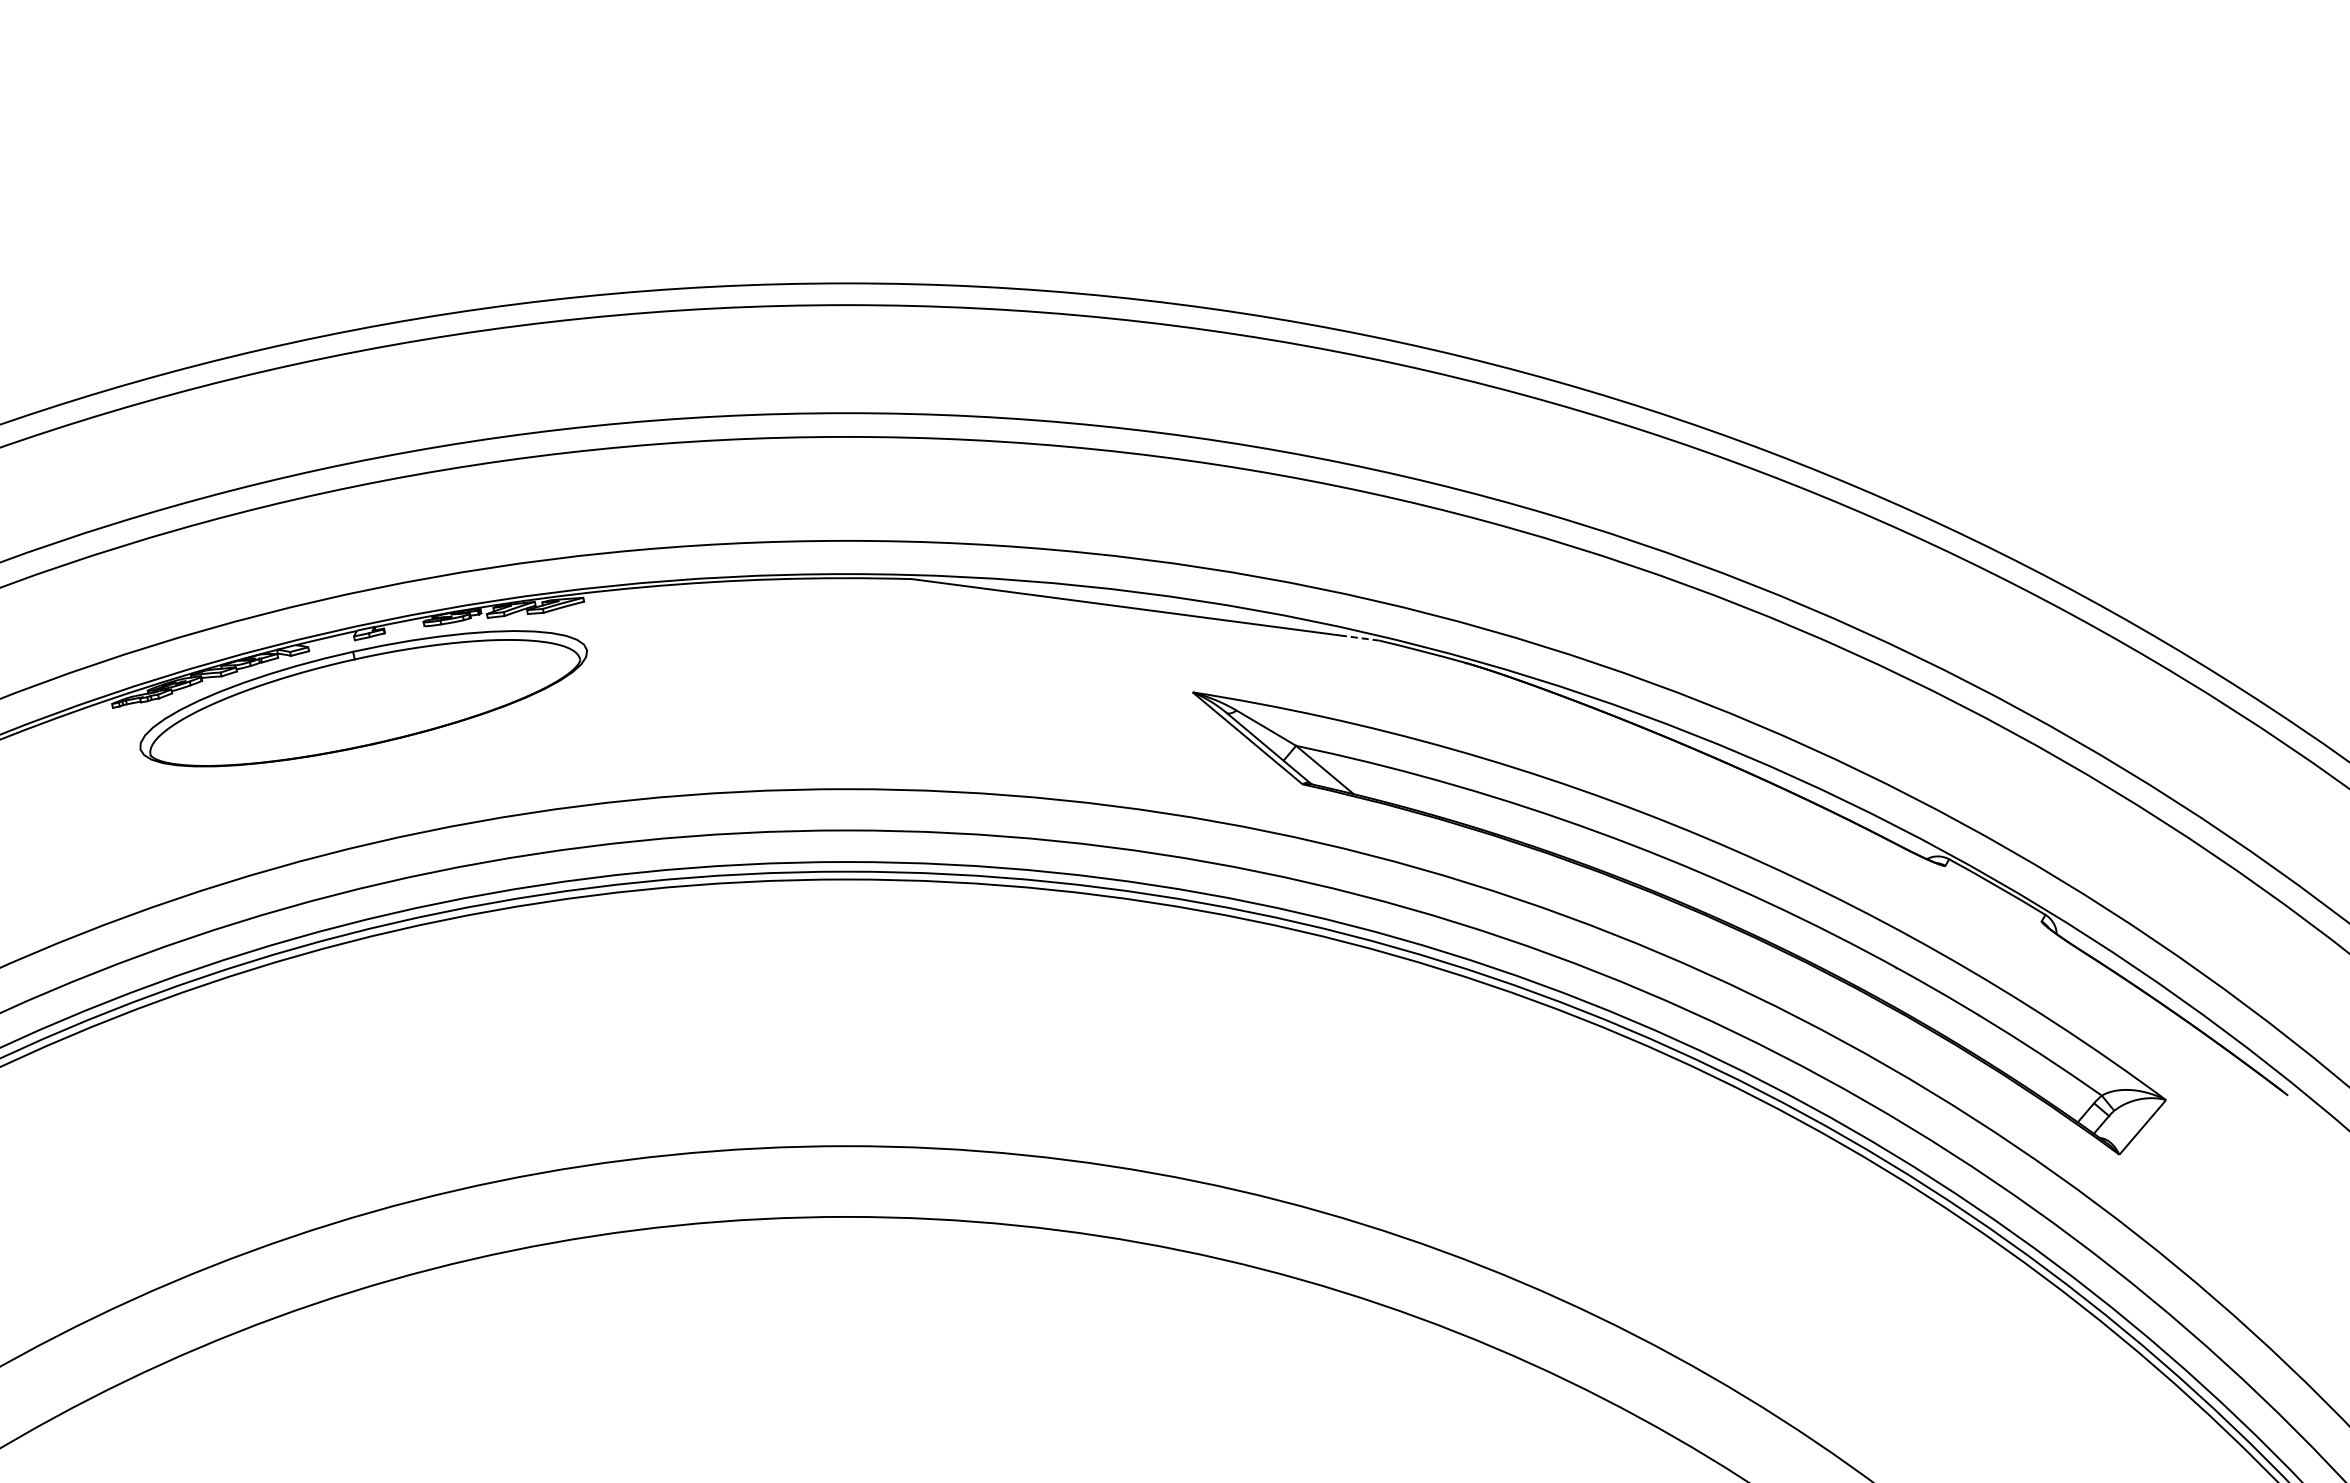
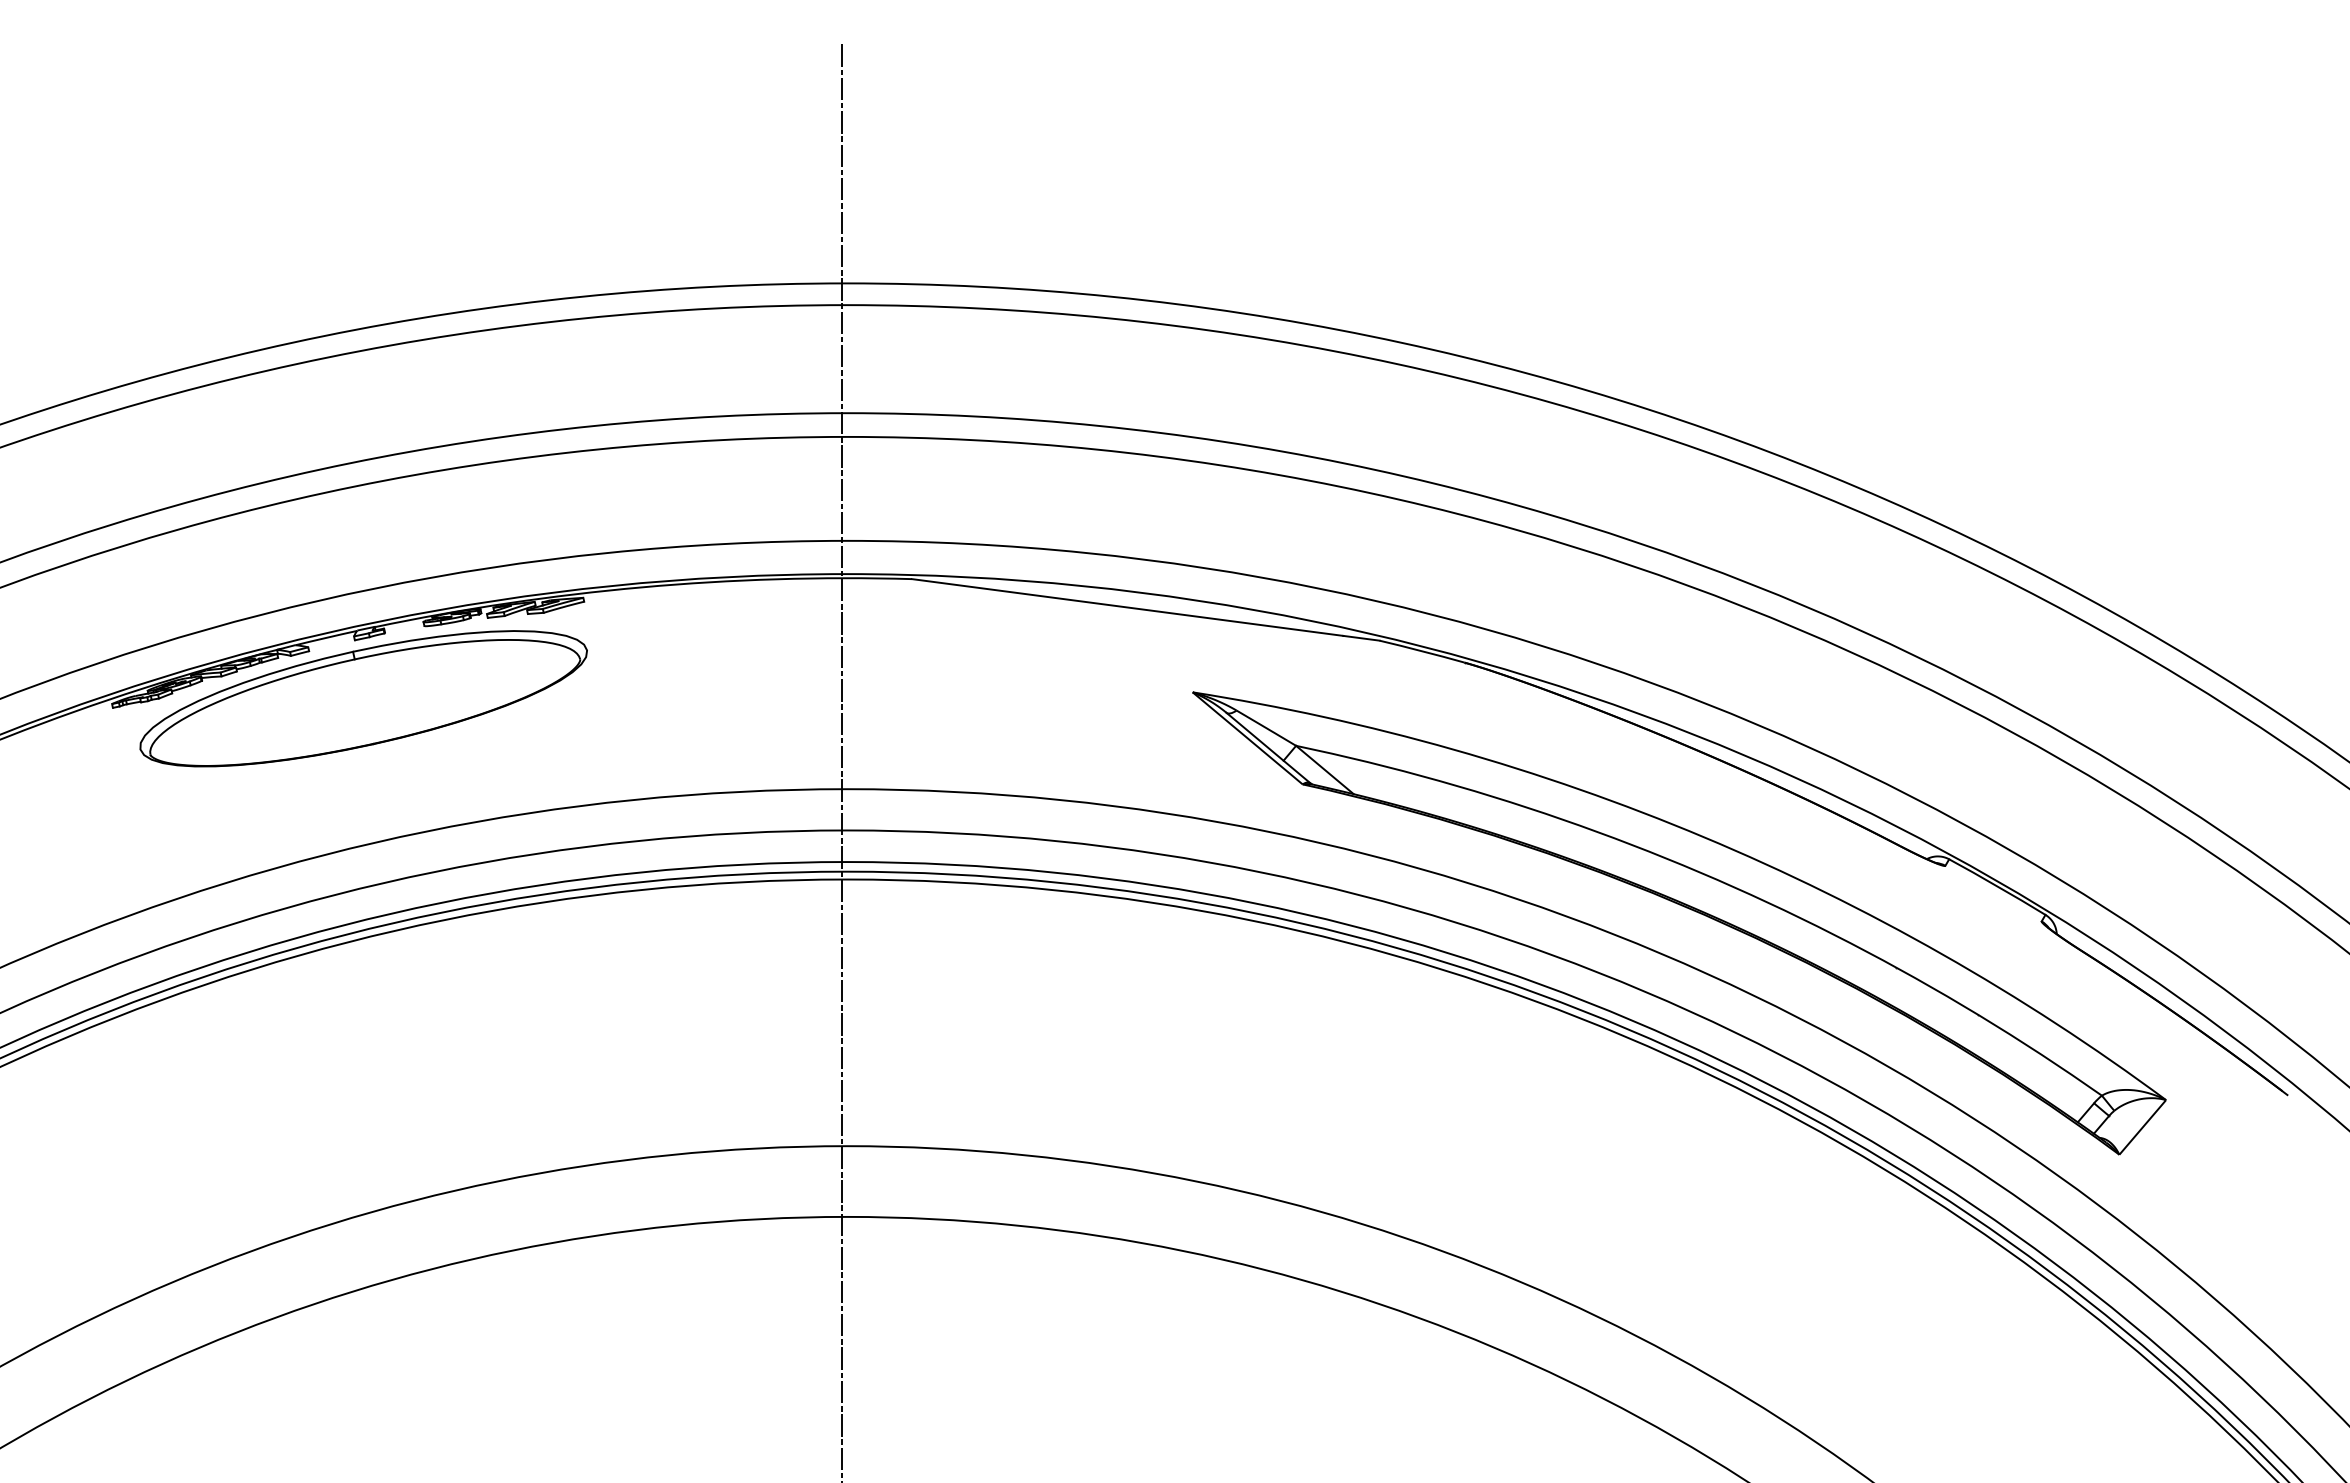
line at (1360, 638): dashed -> solid
line at (842, 761): none -> present
